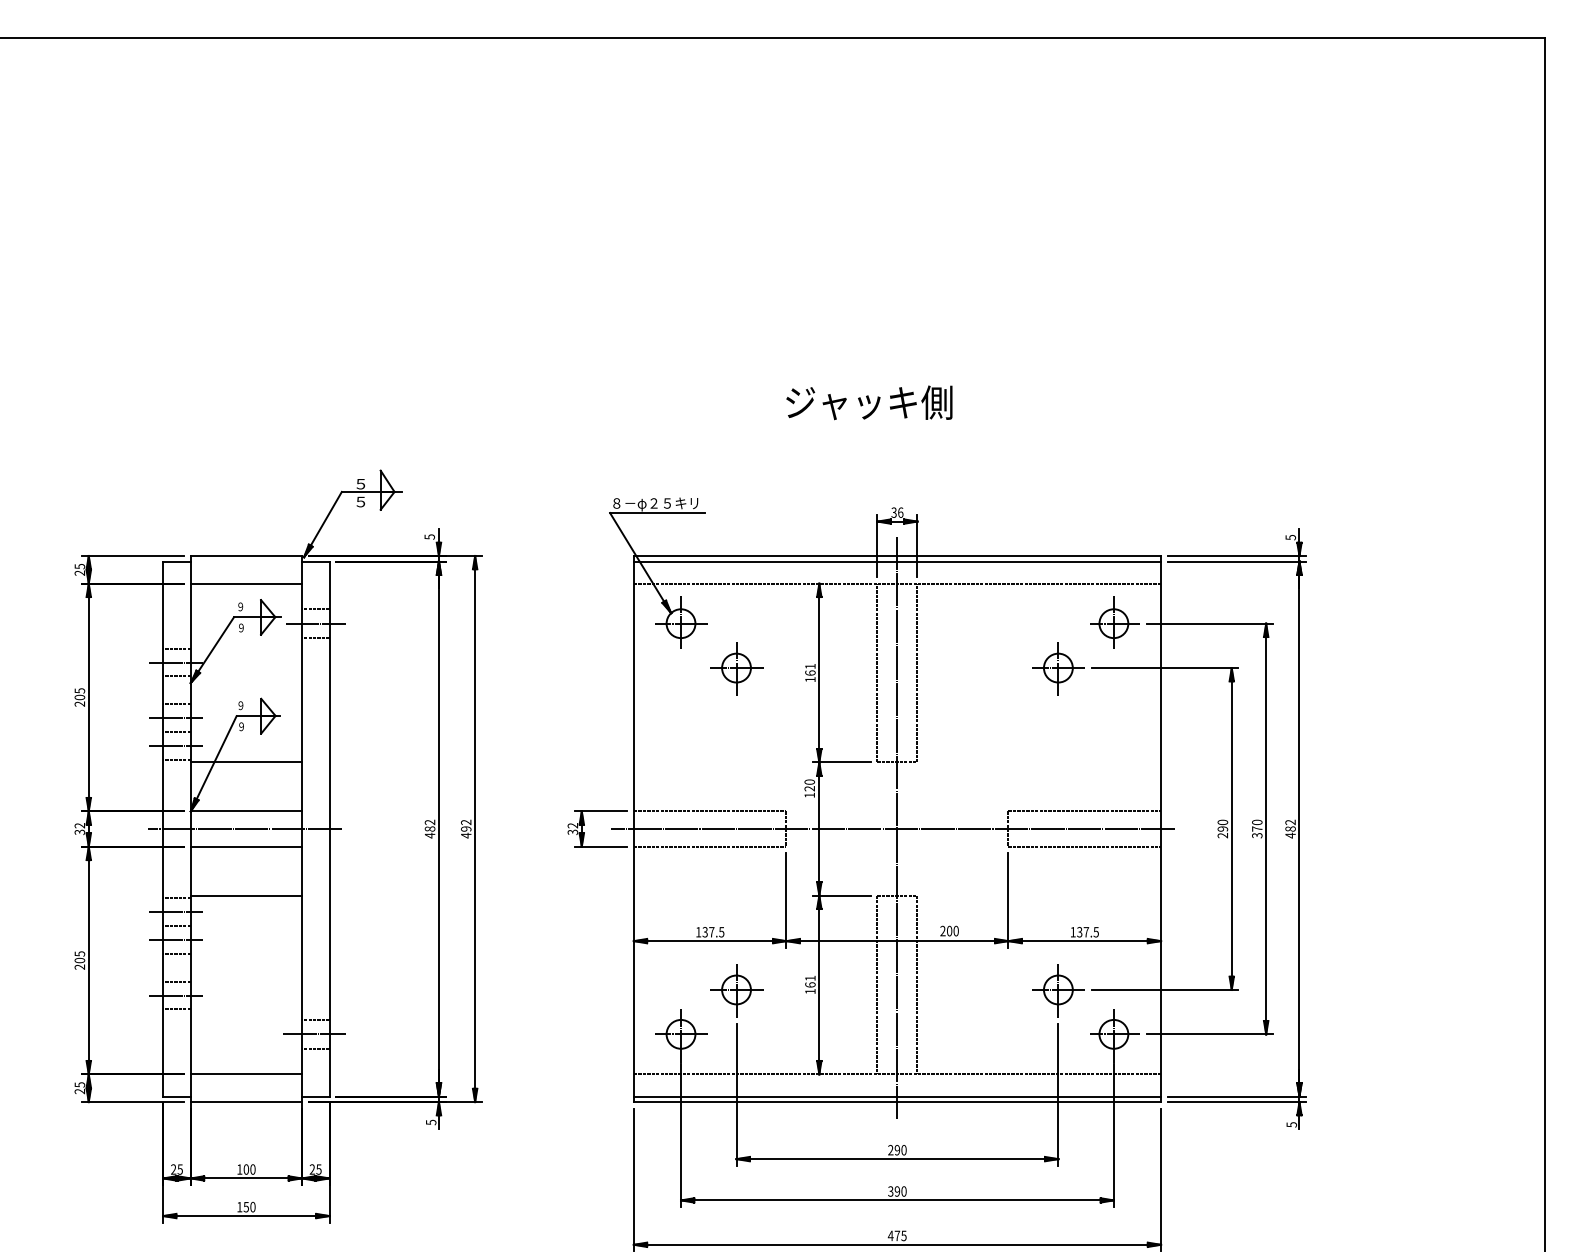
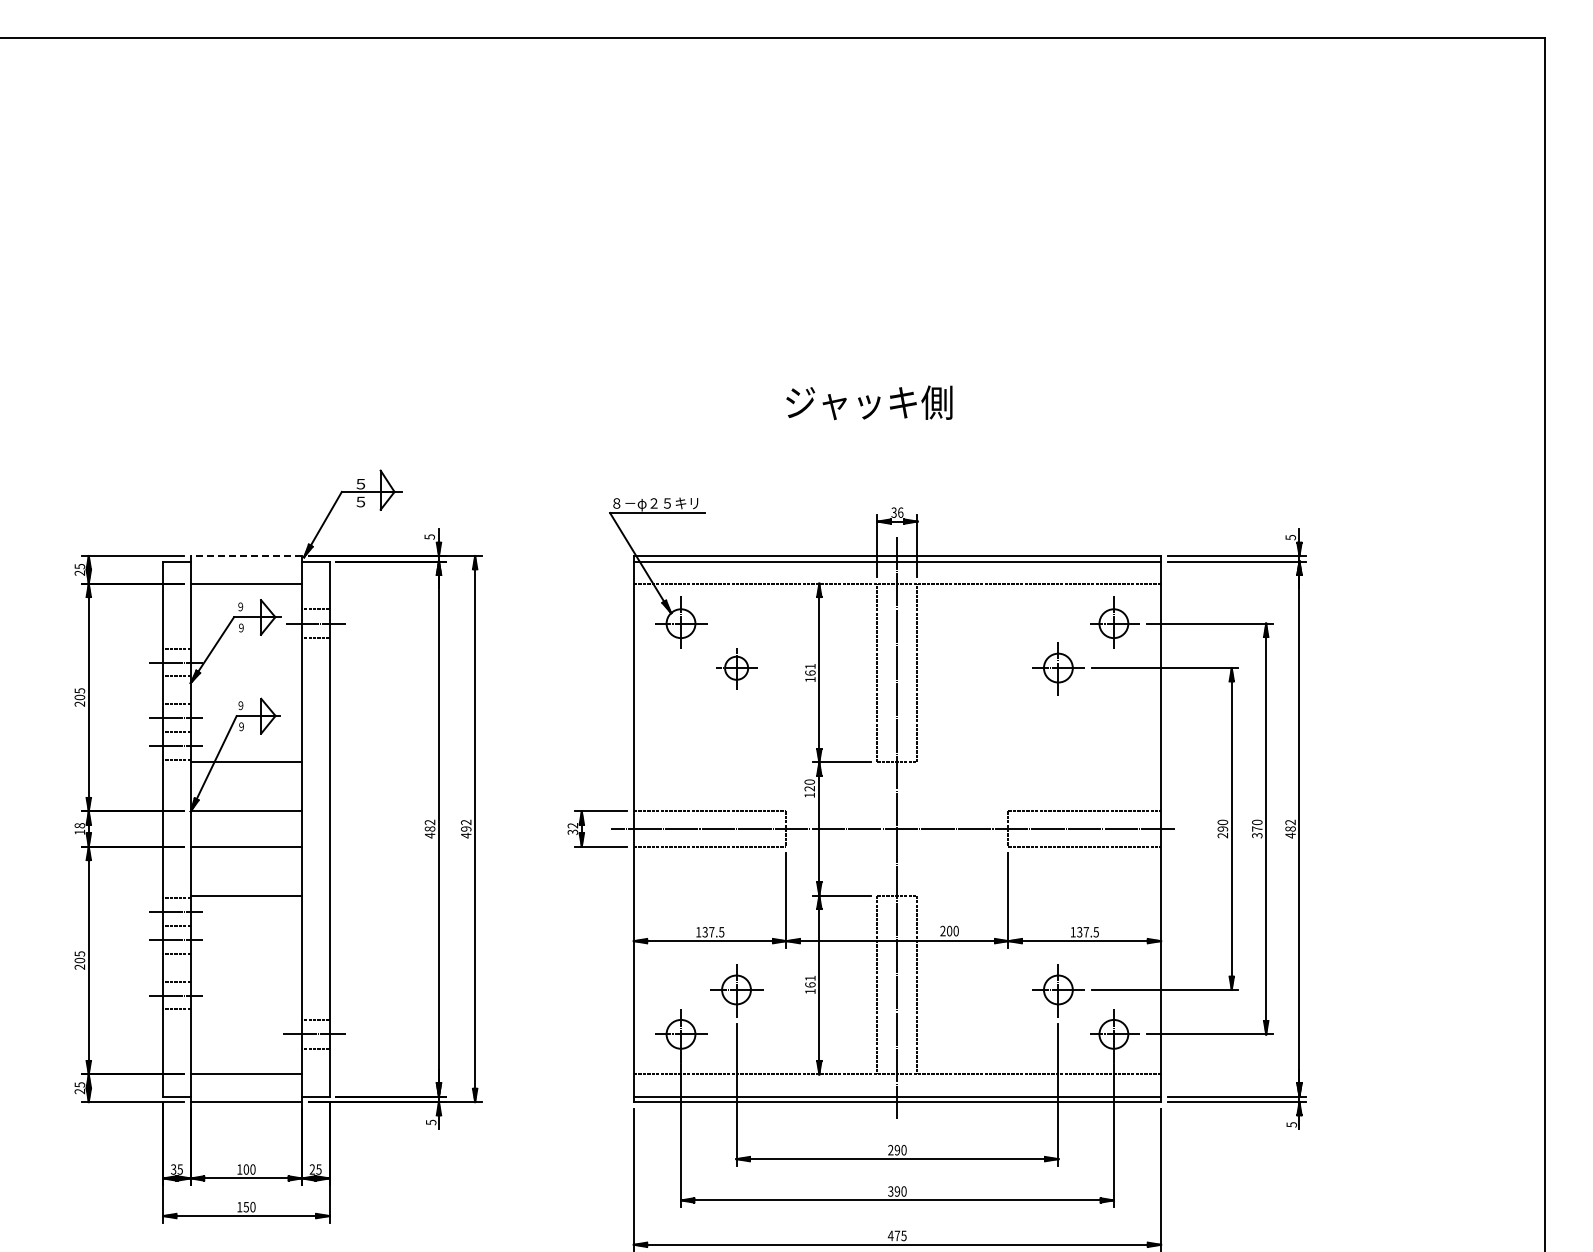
line at (245, 556): solid -> dashed
part at (736, 668) size: 54x54 px -> 42x42 px
text at (79, 829): 32 -> 18
line at (244, 829): present -> none
text at (173, 1169): 25 -> 35
